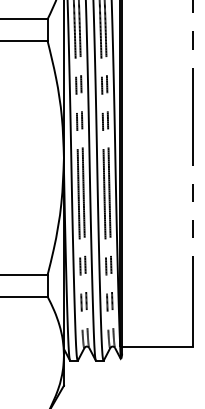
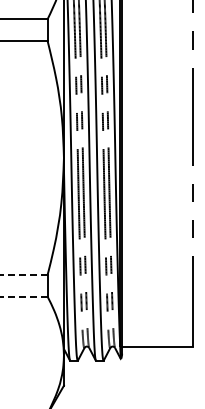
line at (23, 275): solid -> dashed
line at (24, 296): solid -> dashed
